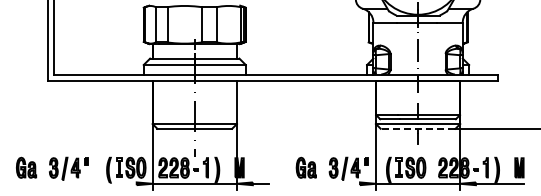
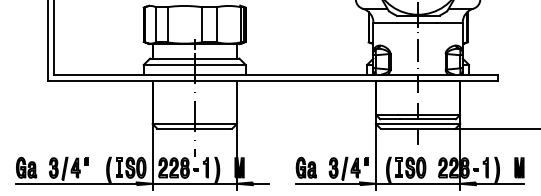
line at (417, 128): dashed -> solid
line at (76, 183): none -> present
line at (328, 183): none -> present
